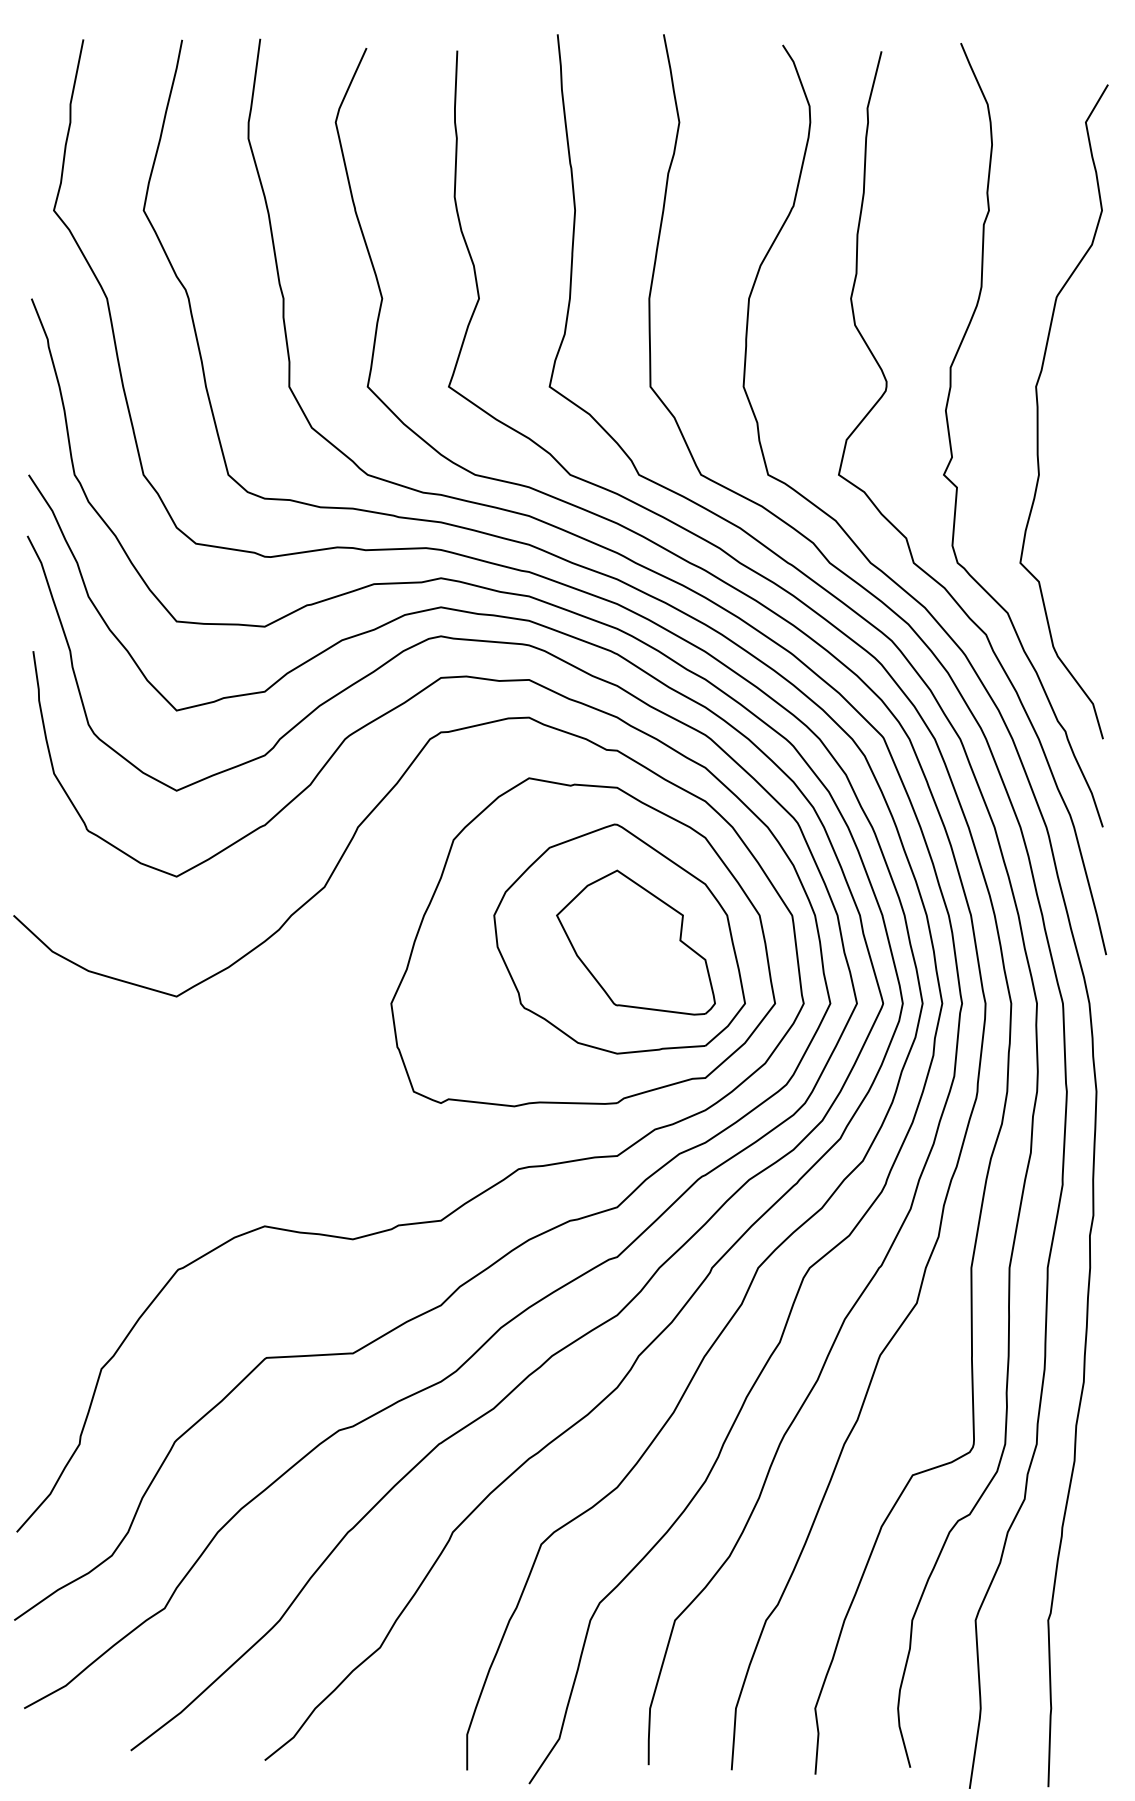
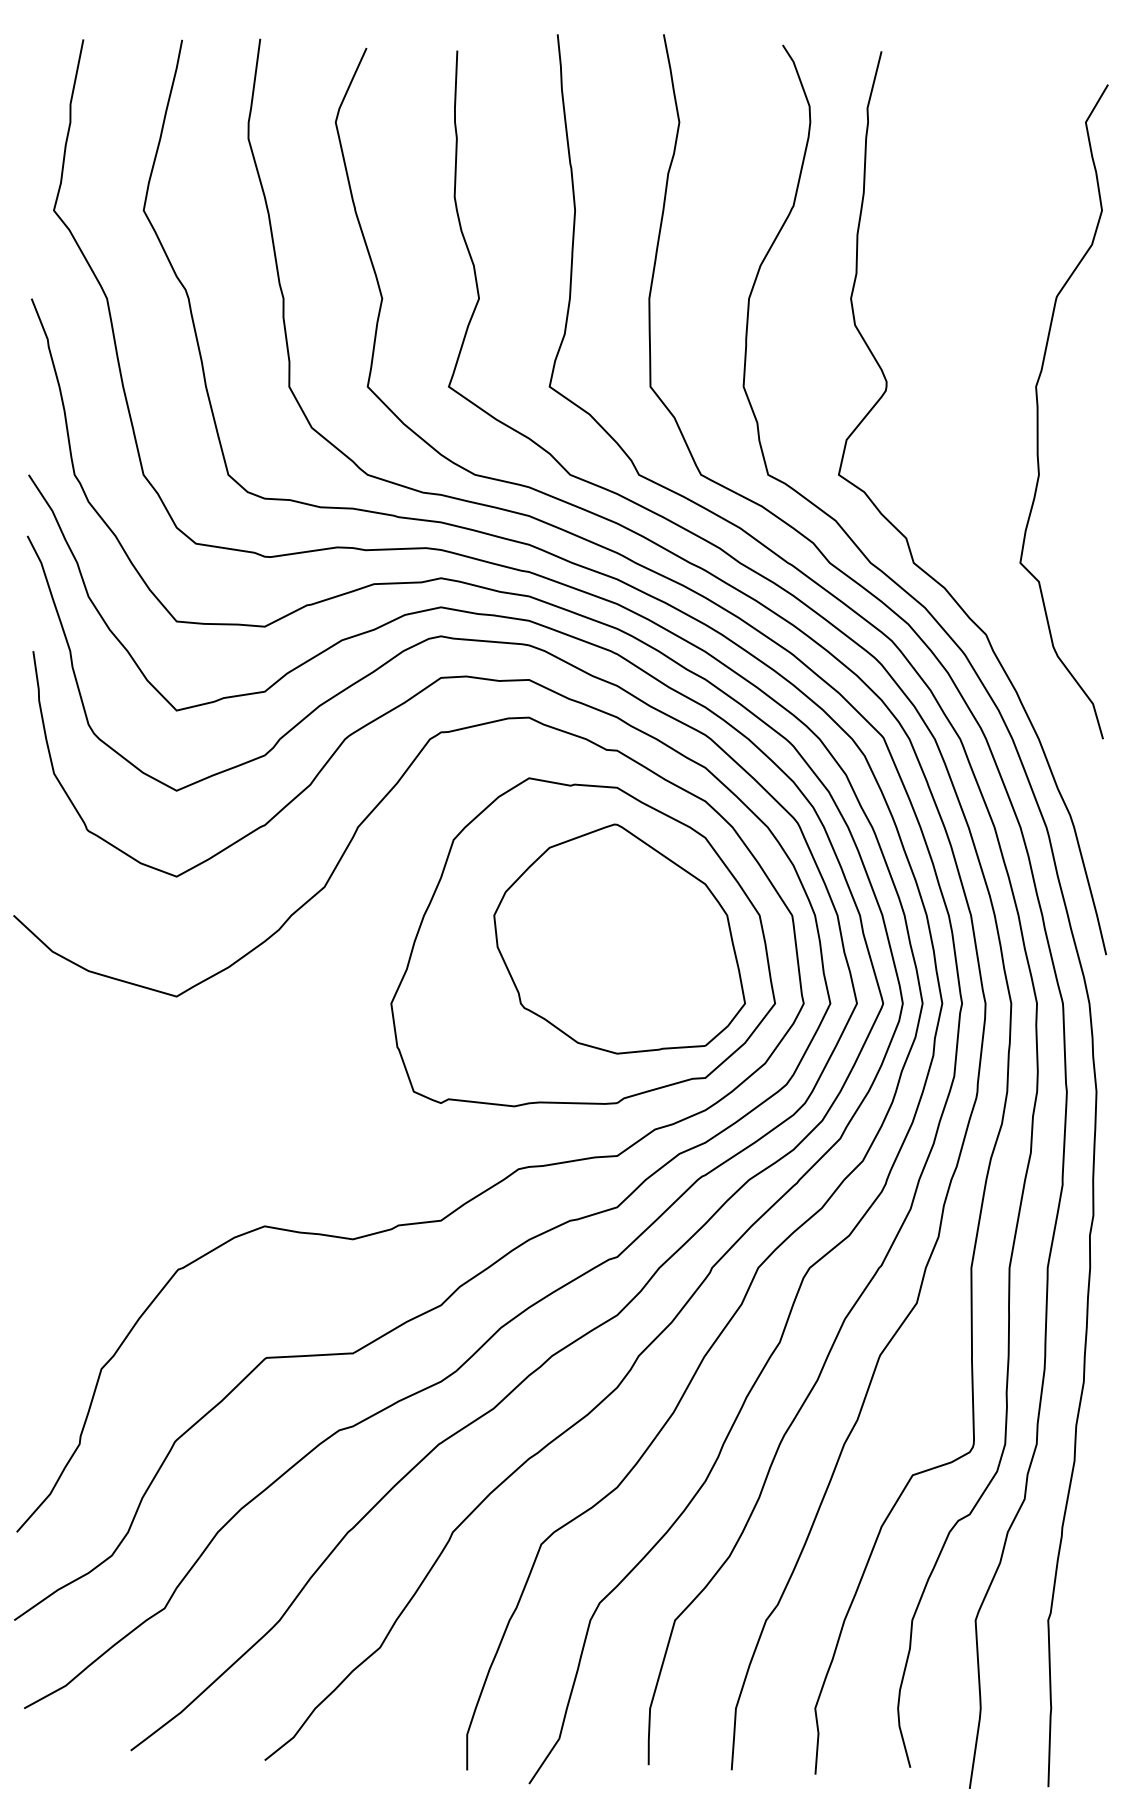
curve at (951, 443): present -> none
part at (635, 942): present -> none
